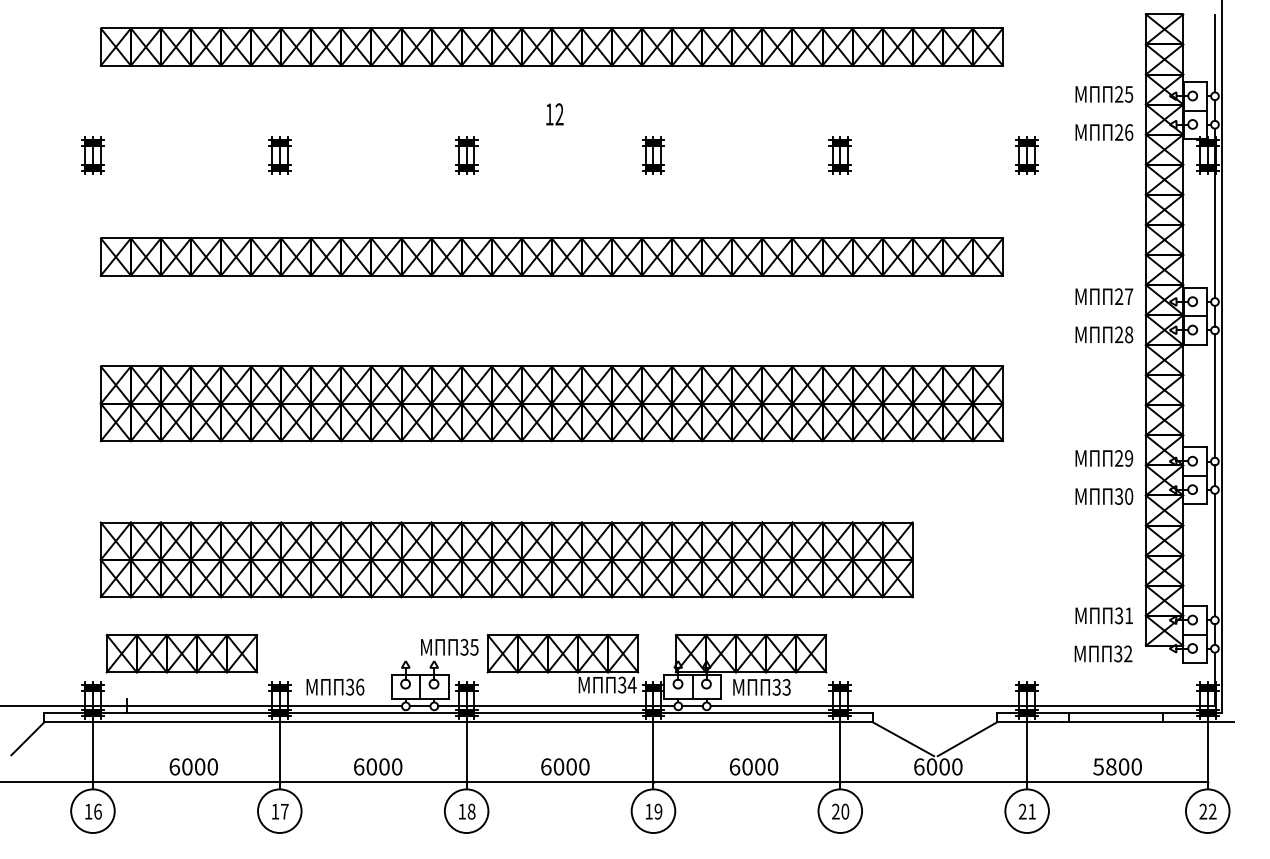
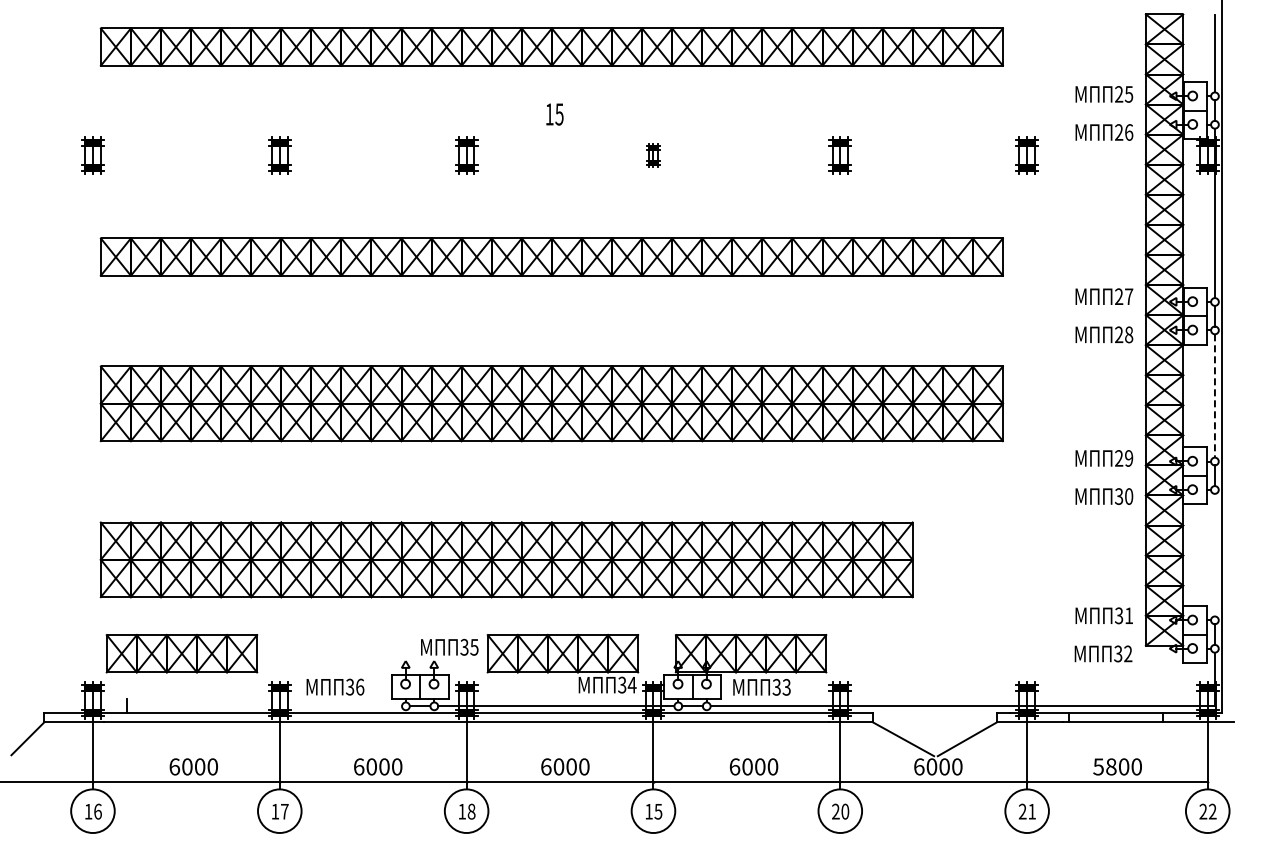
text at (559, 114): 12 -> 15
part at (653, 155) size: 23x39 px -> 15x25 px
line at (1214, 395): solid -> dashed
line at (1214, 554): present -> none
line at (202, 706): present -> none
text at (658, 811): 19 -> 15
